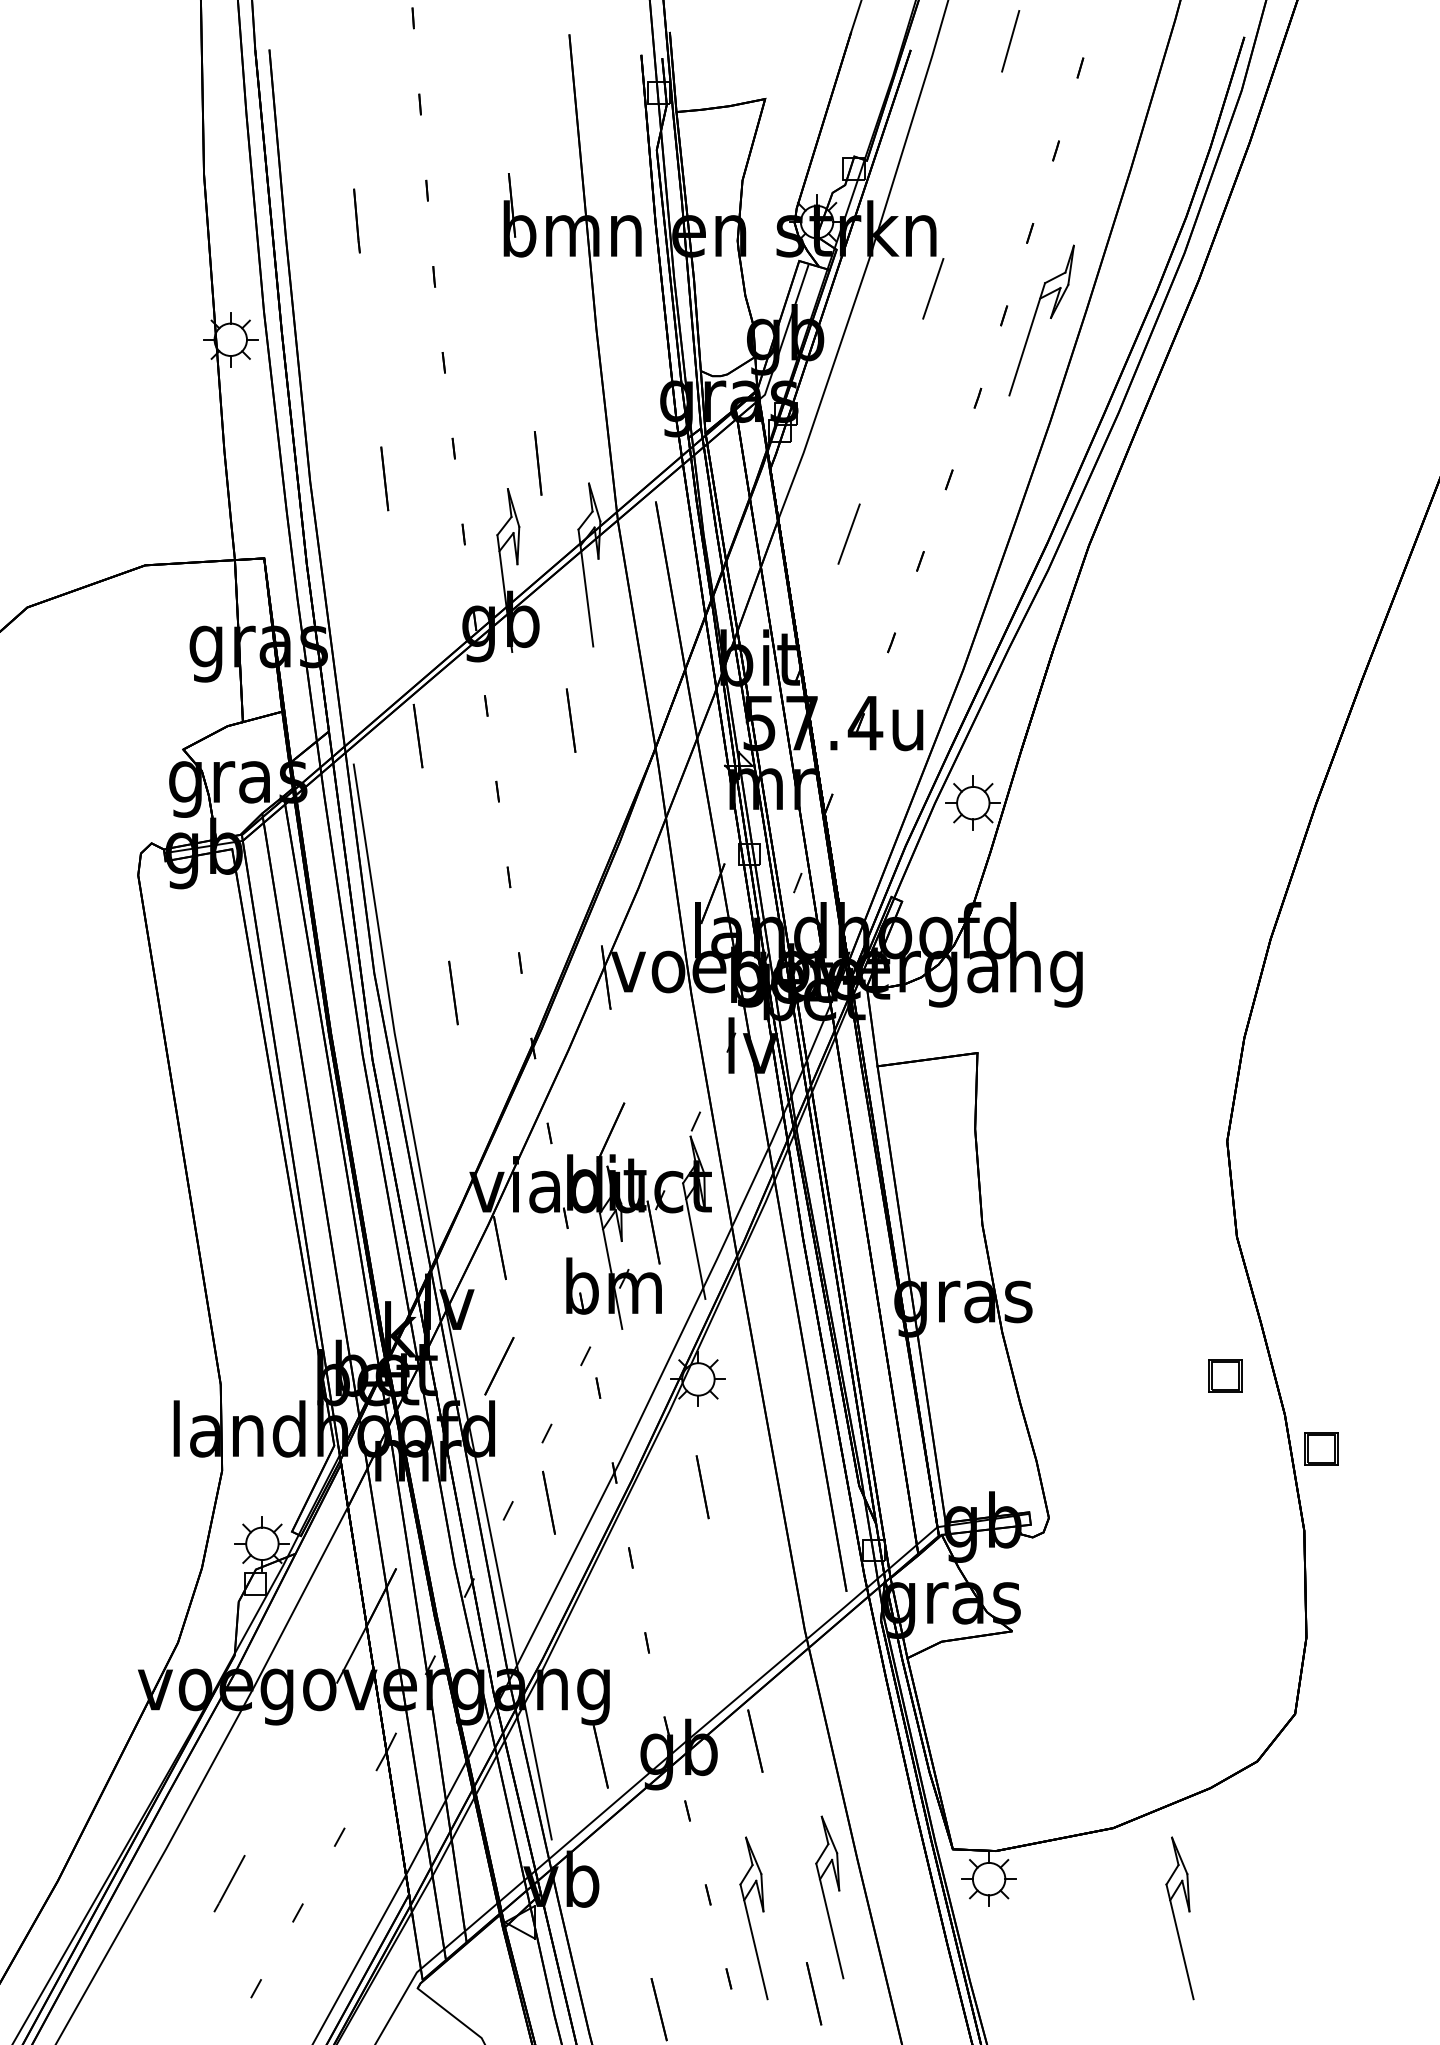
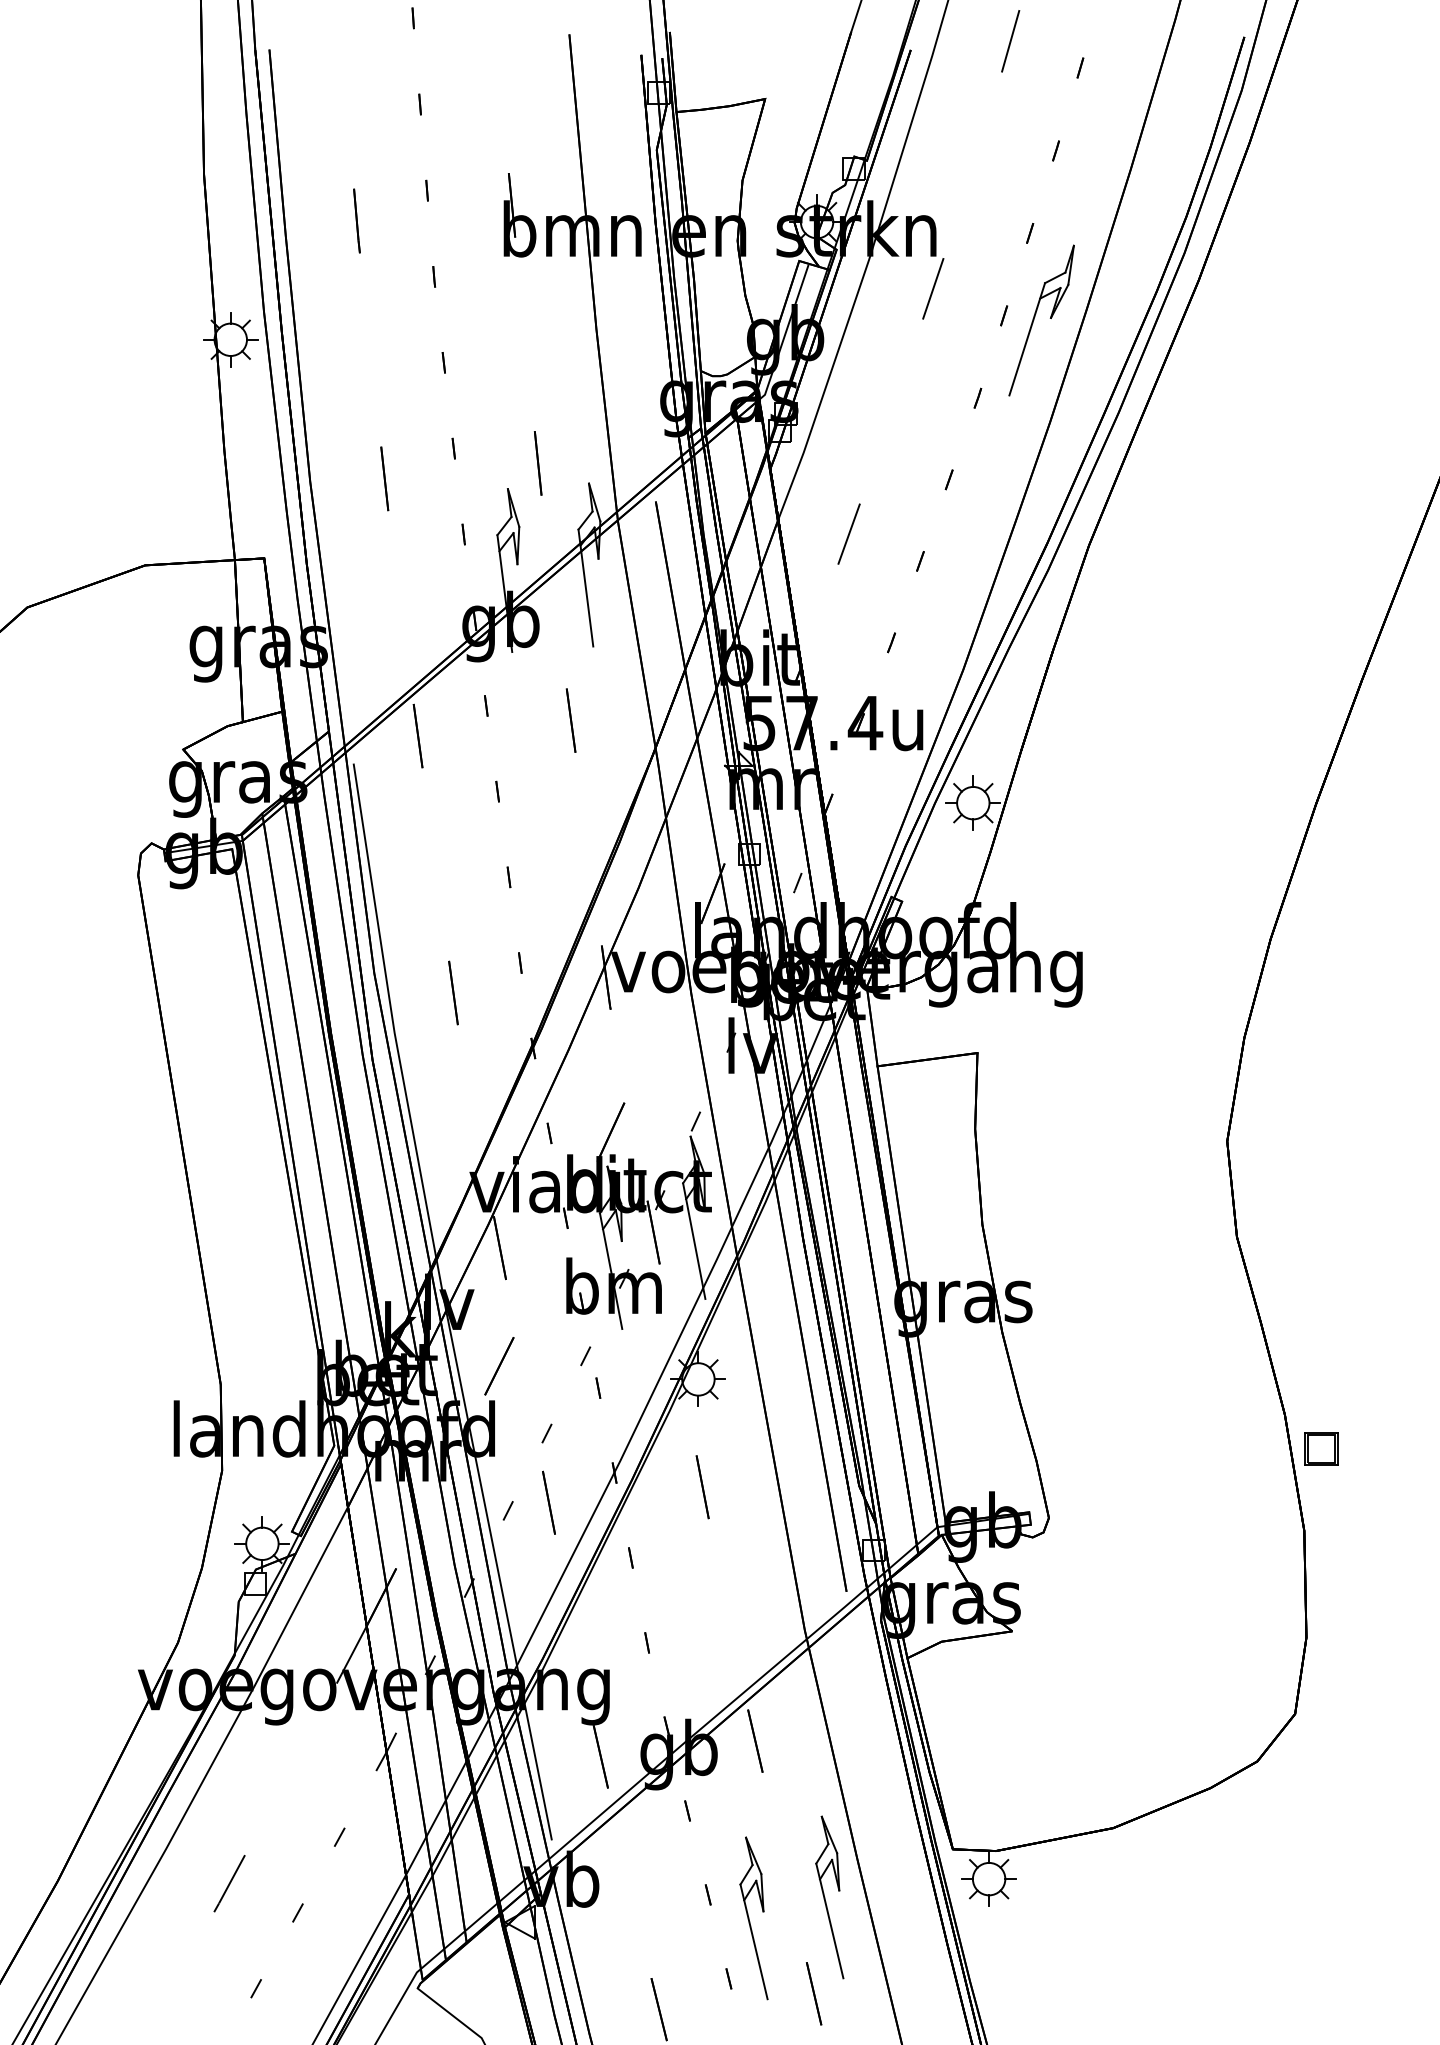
part at (1225, 1375): present -> none
part at (1179, 1918): present -> none
